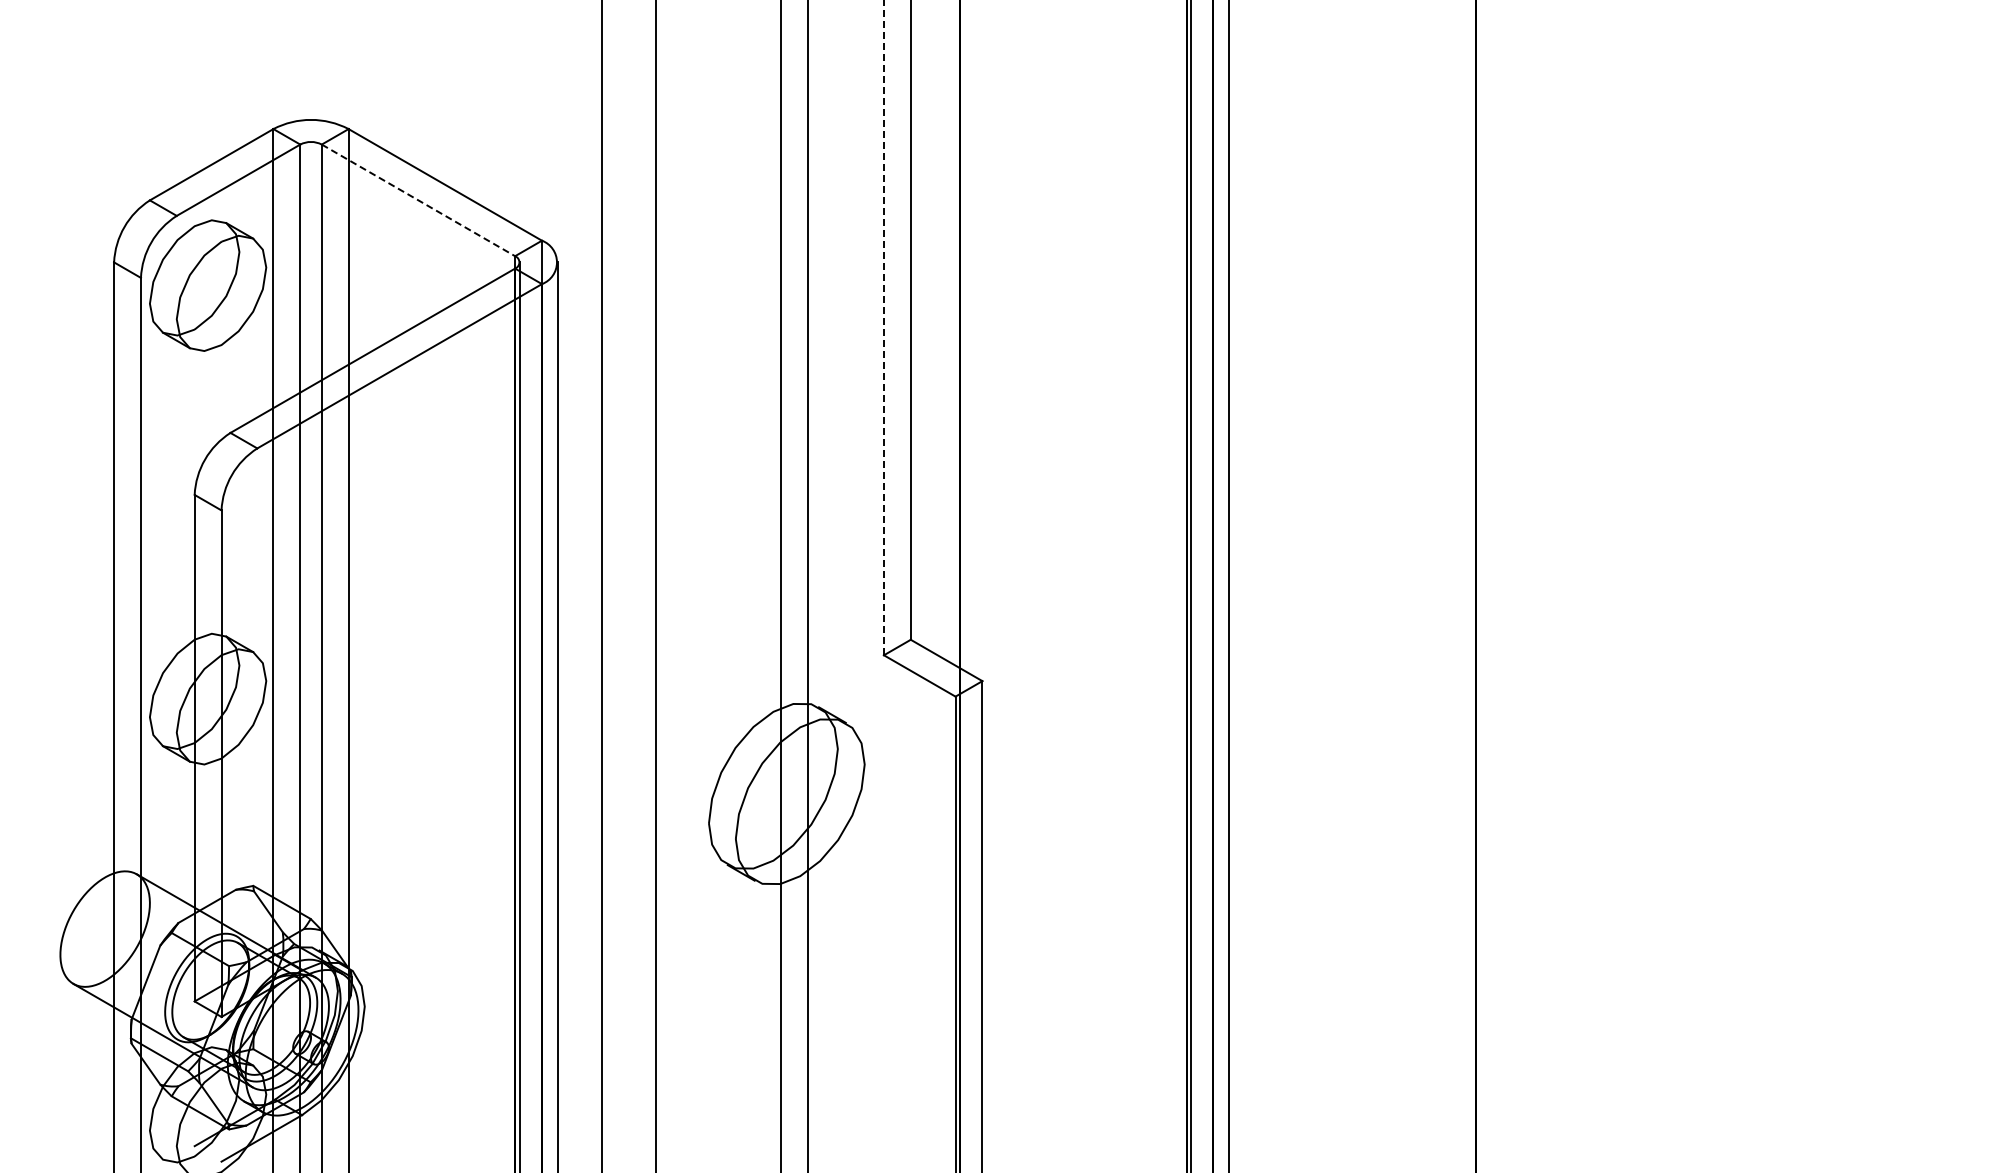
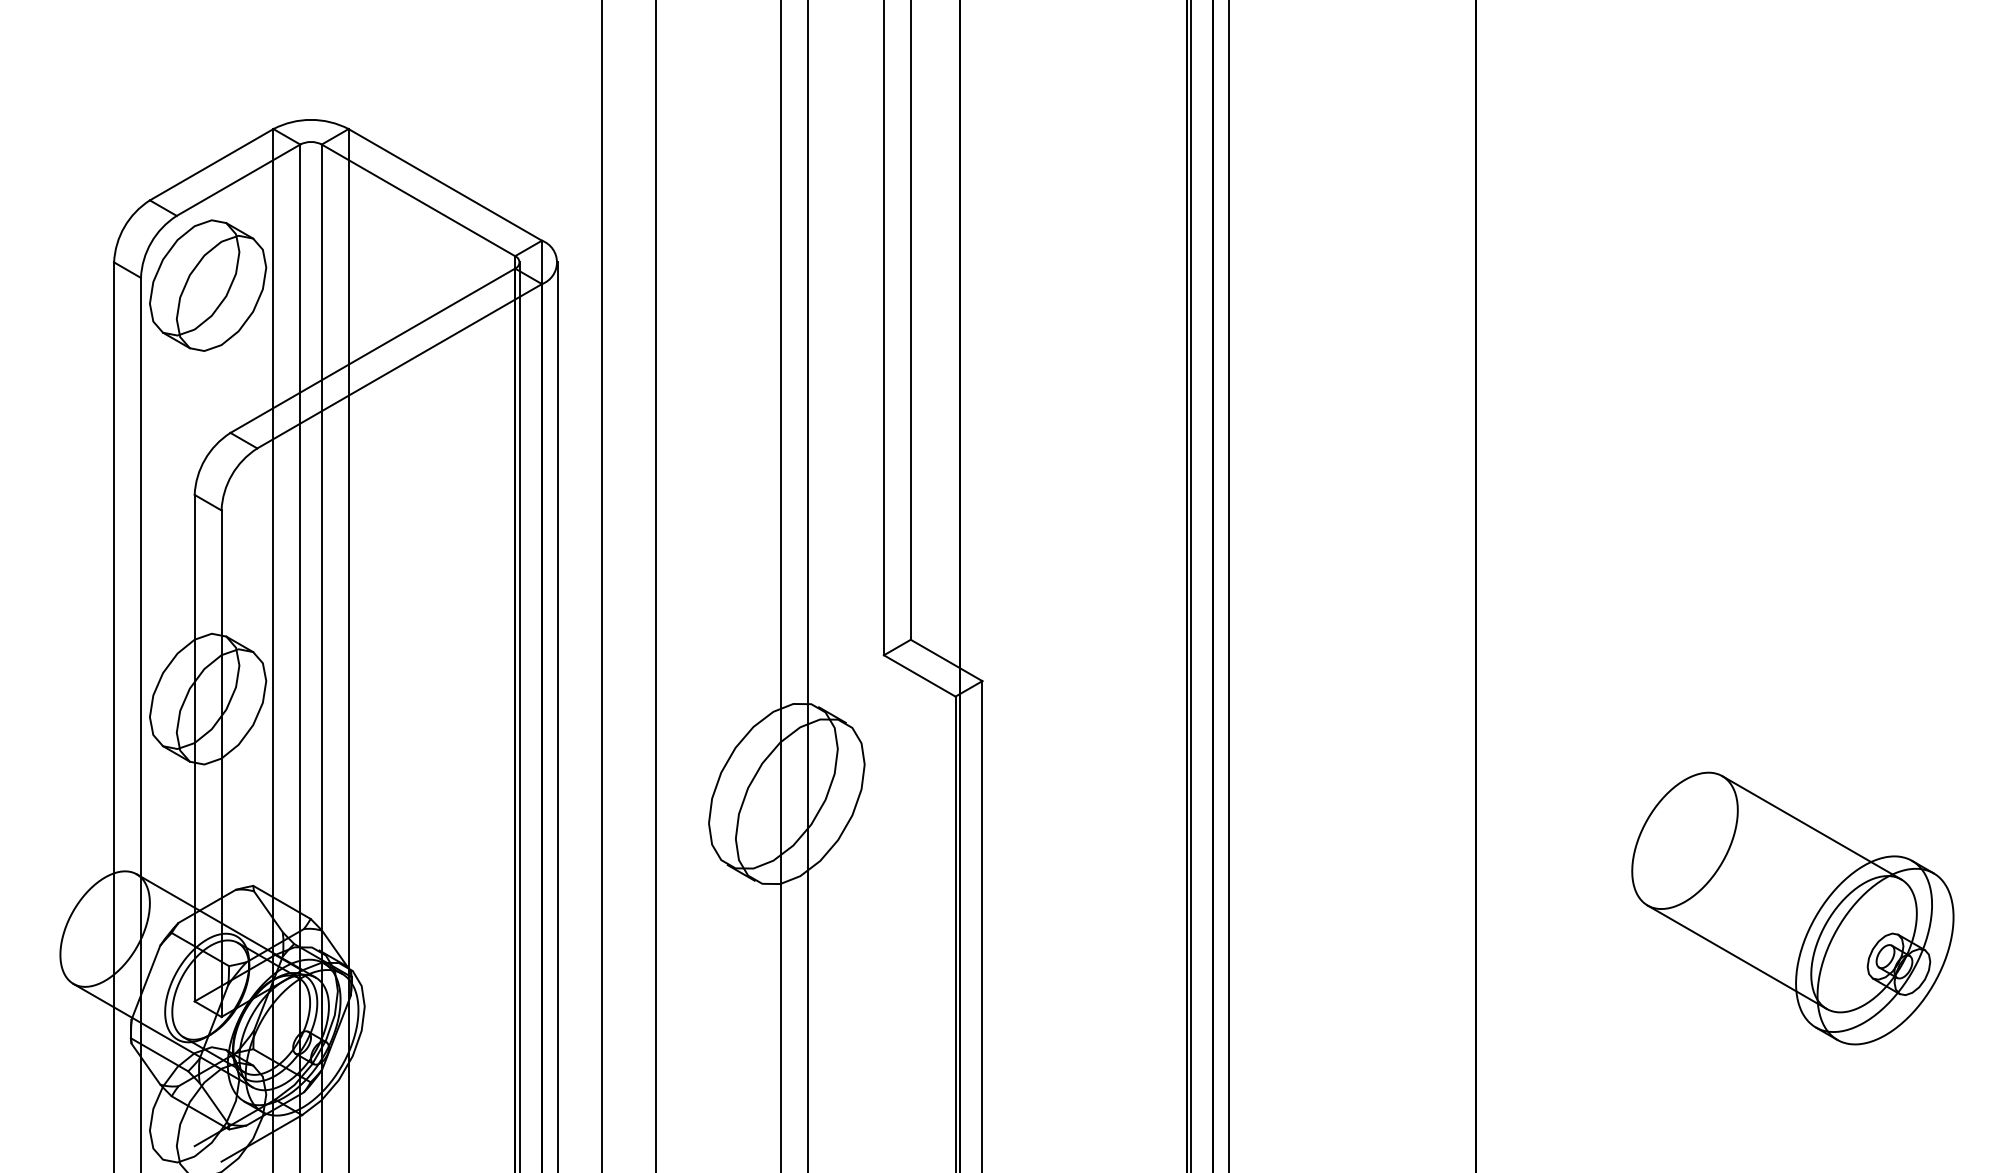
line at (418, 200): dashed -> solid
line at (883, 327): dashed -> solid
part at (1792, 908): none -> present
